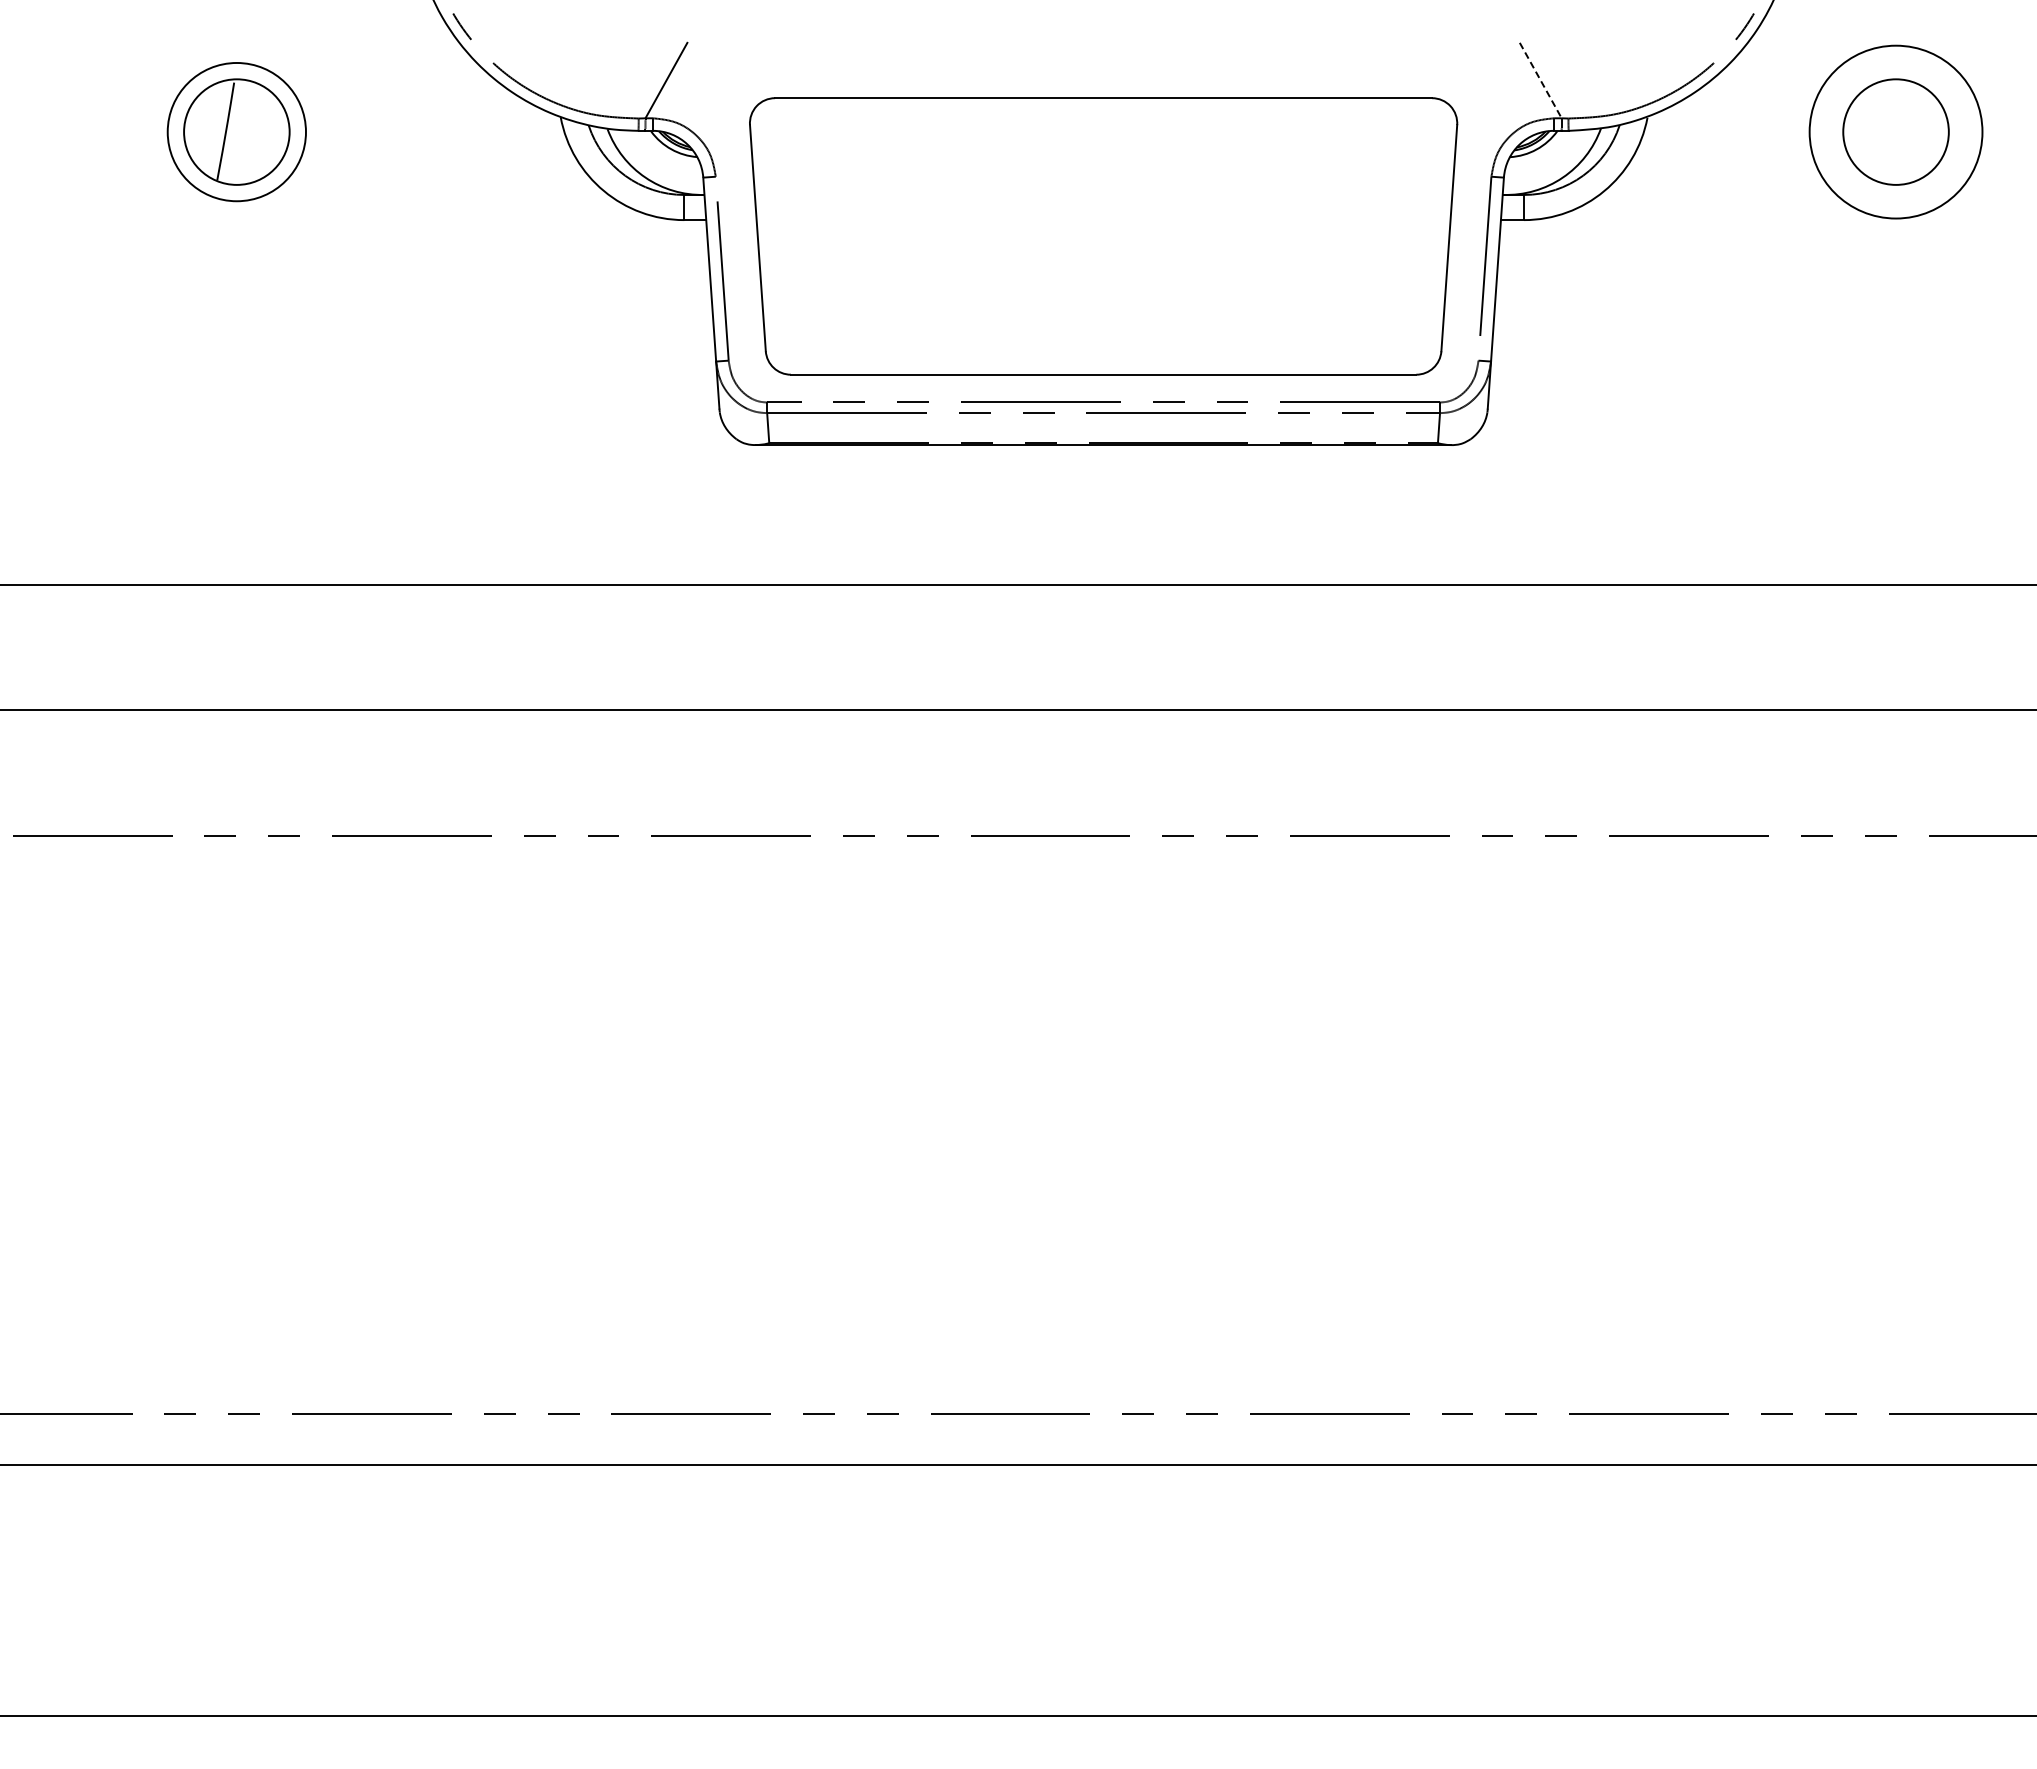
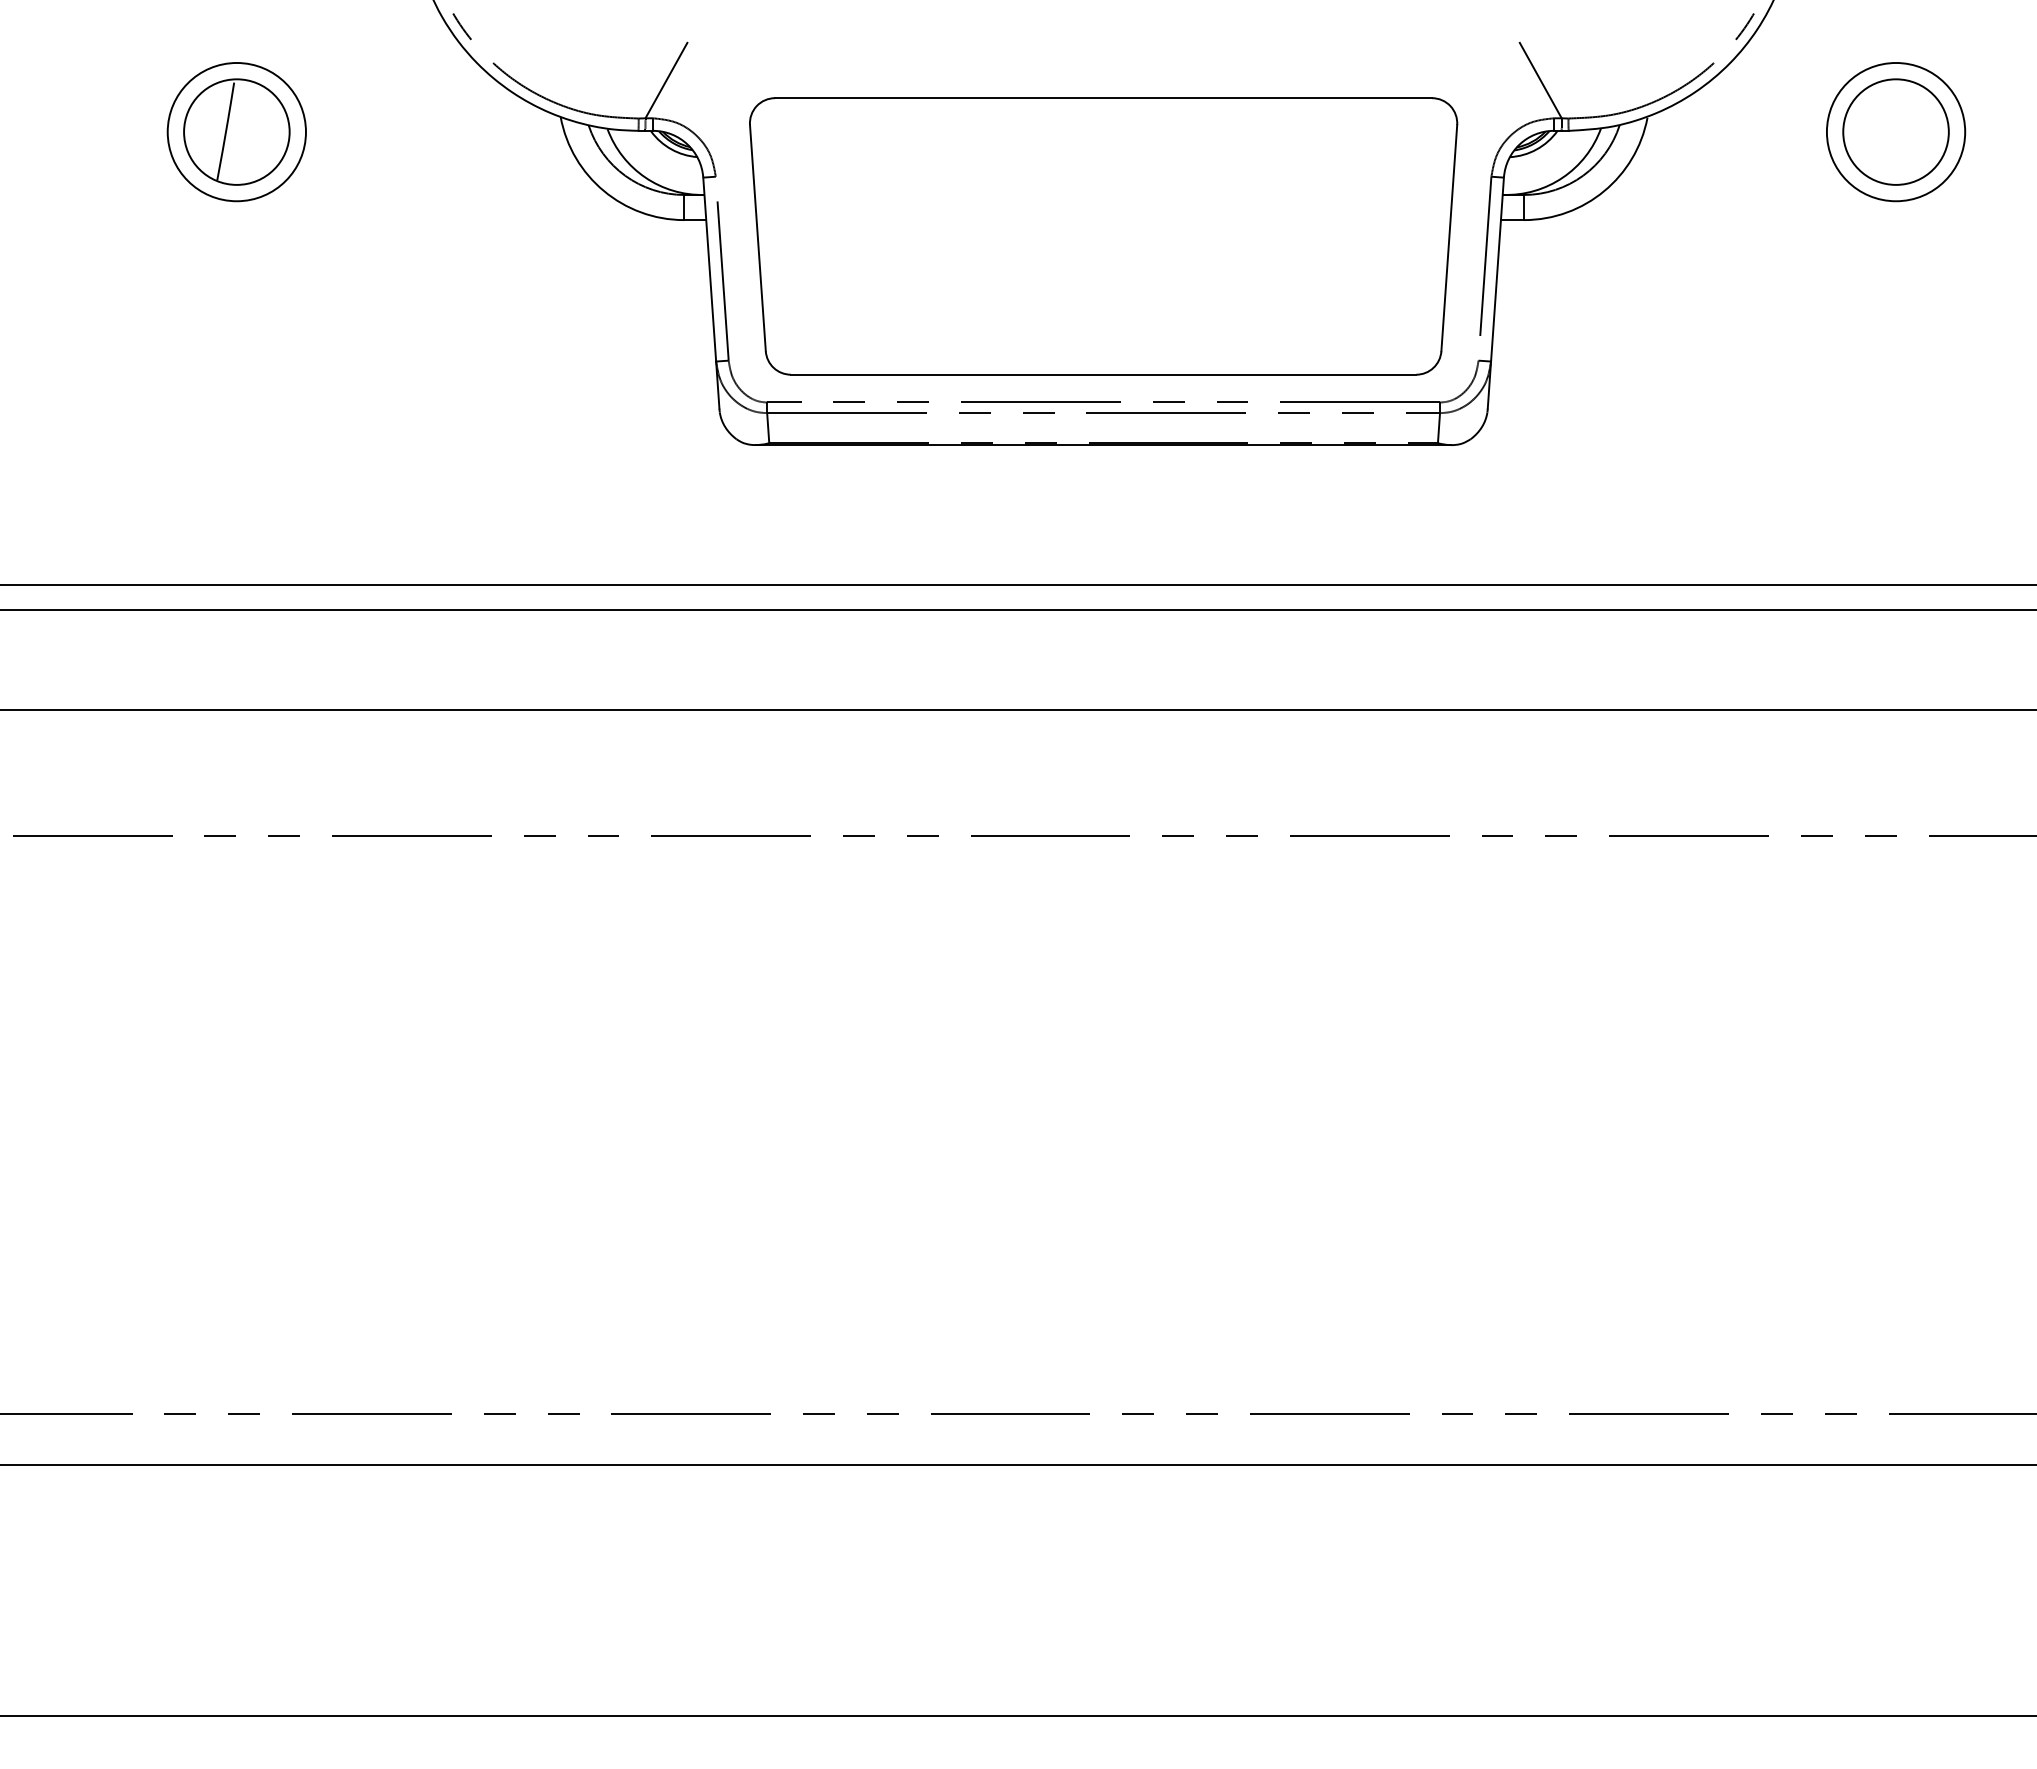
line at (1541, 81): dashed -> solid
circle at (1895, 131) diameter: 173 px -> 138 px
line at (1017, 609): none -> present
